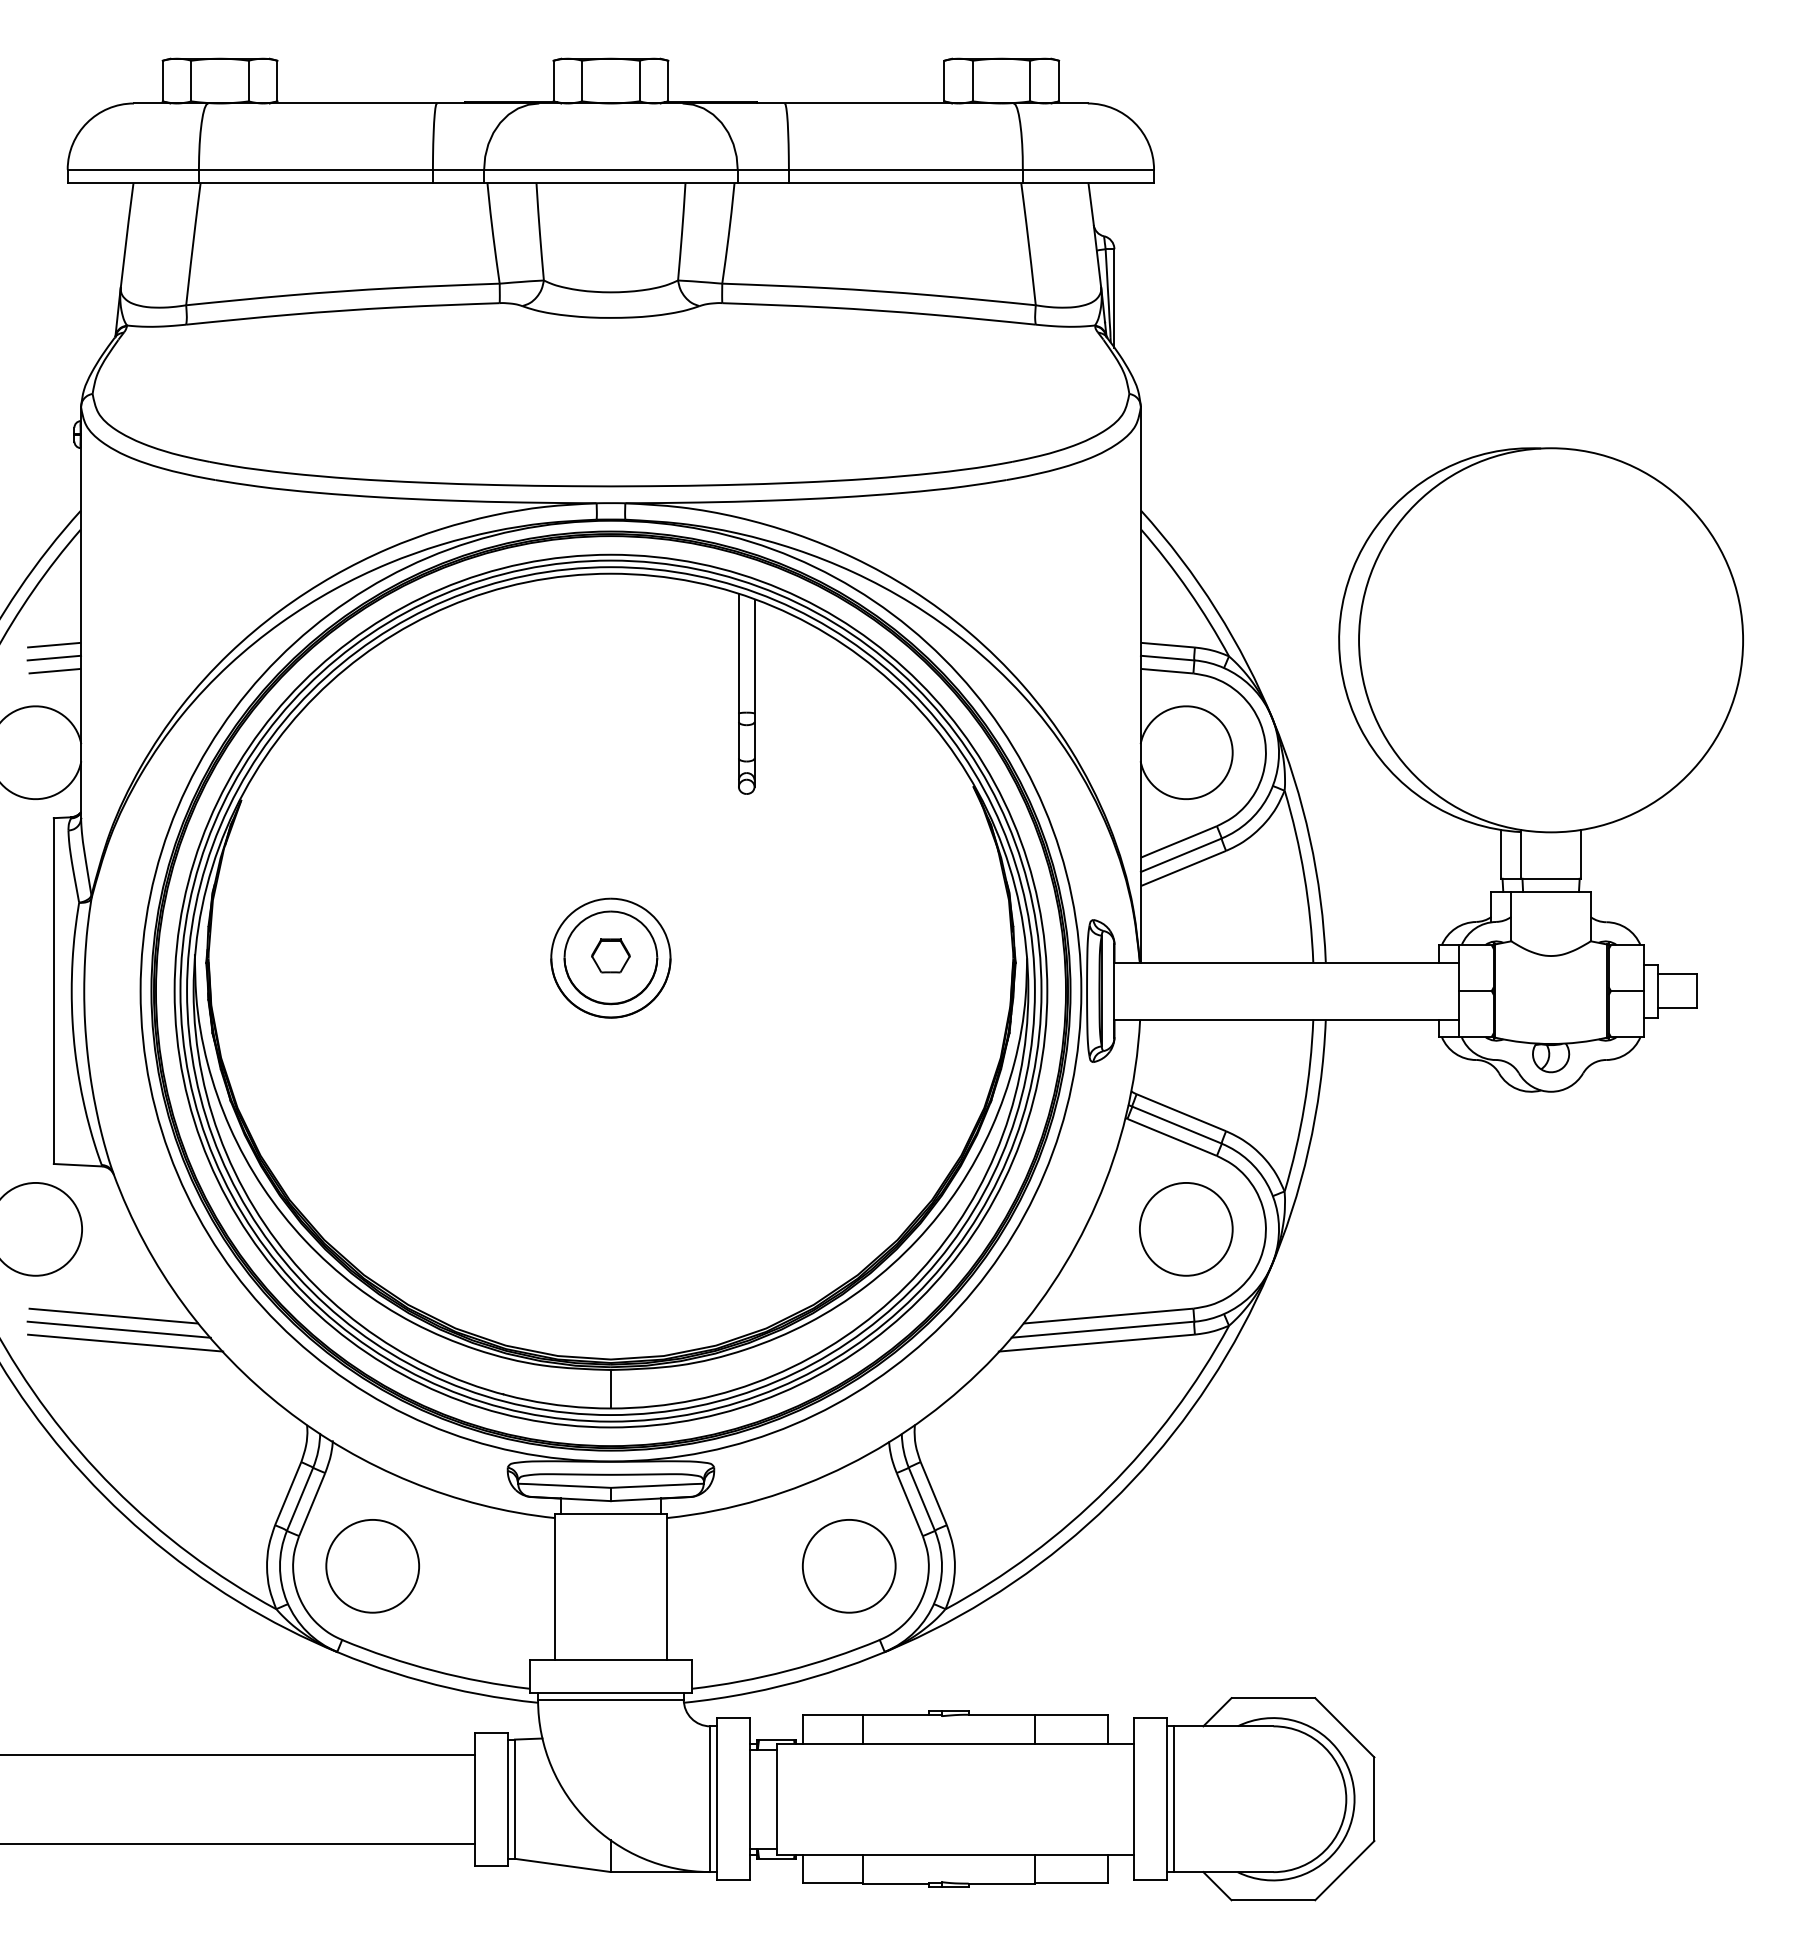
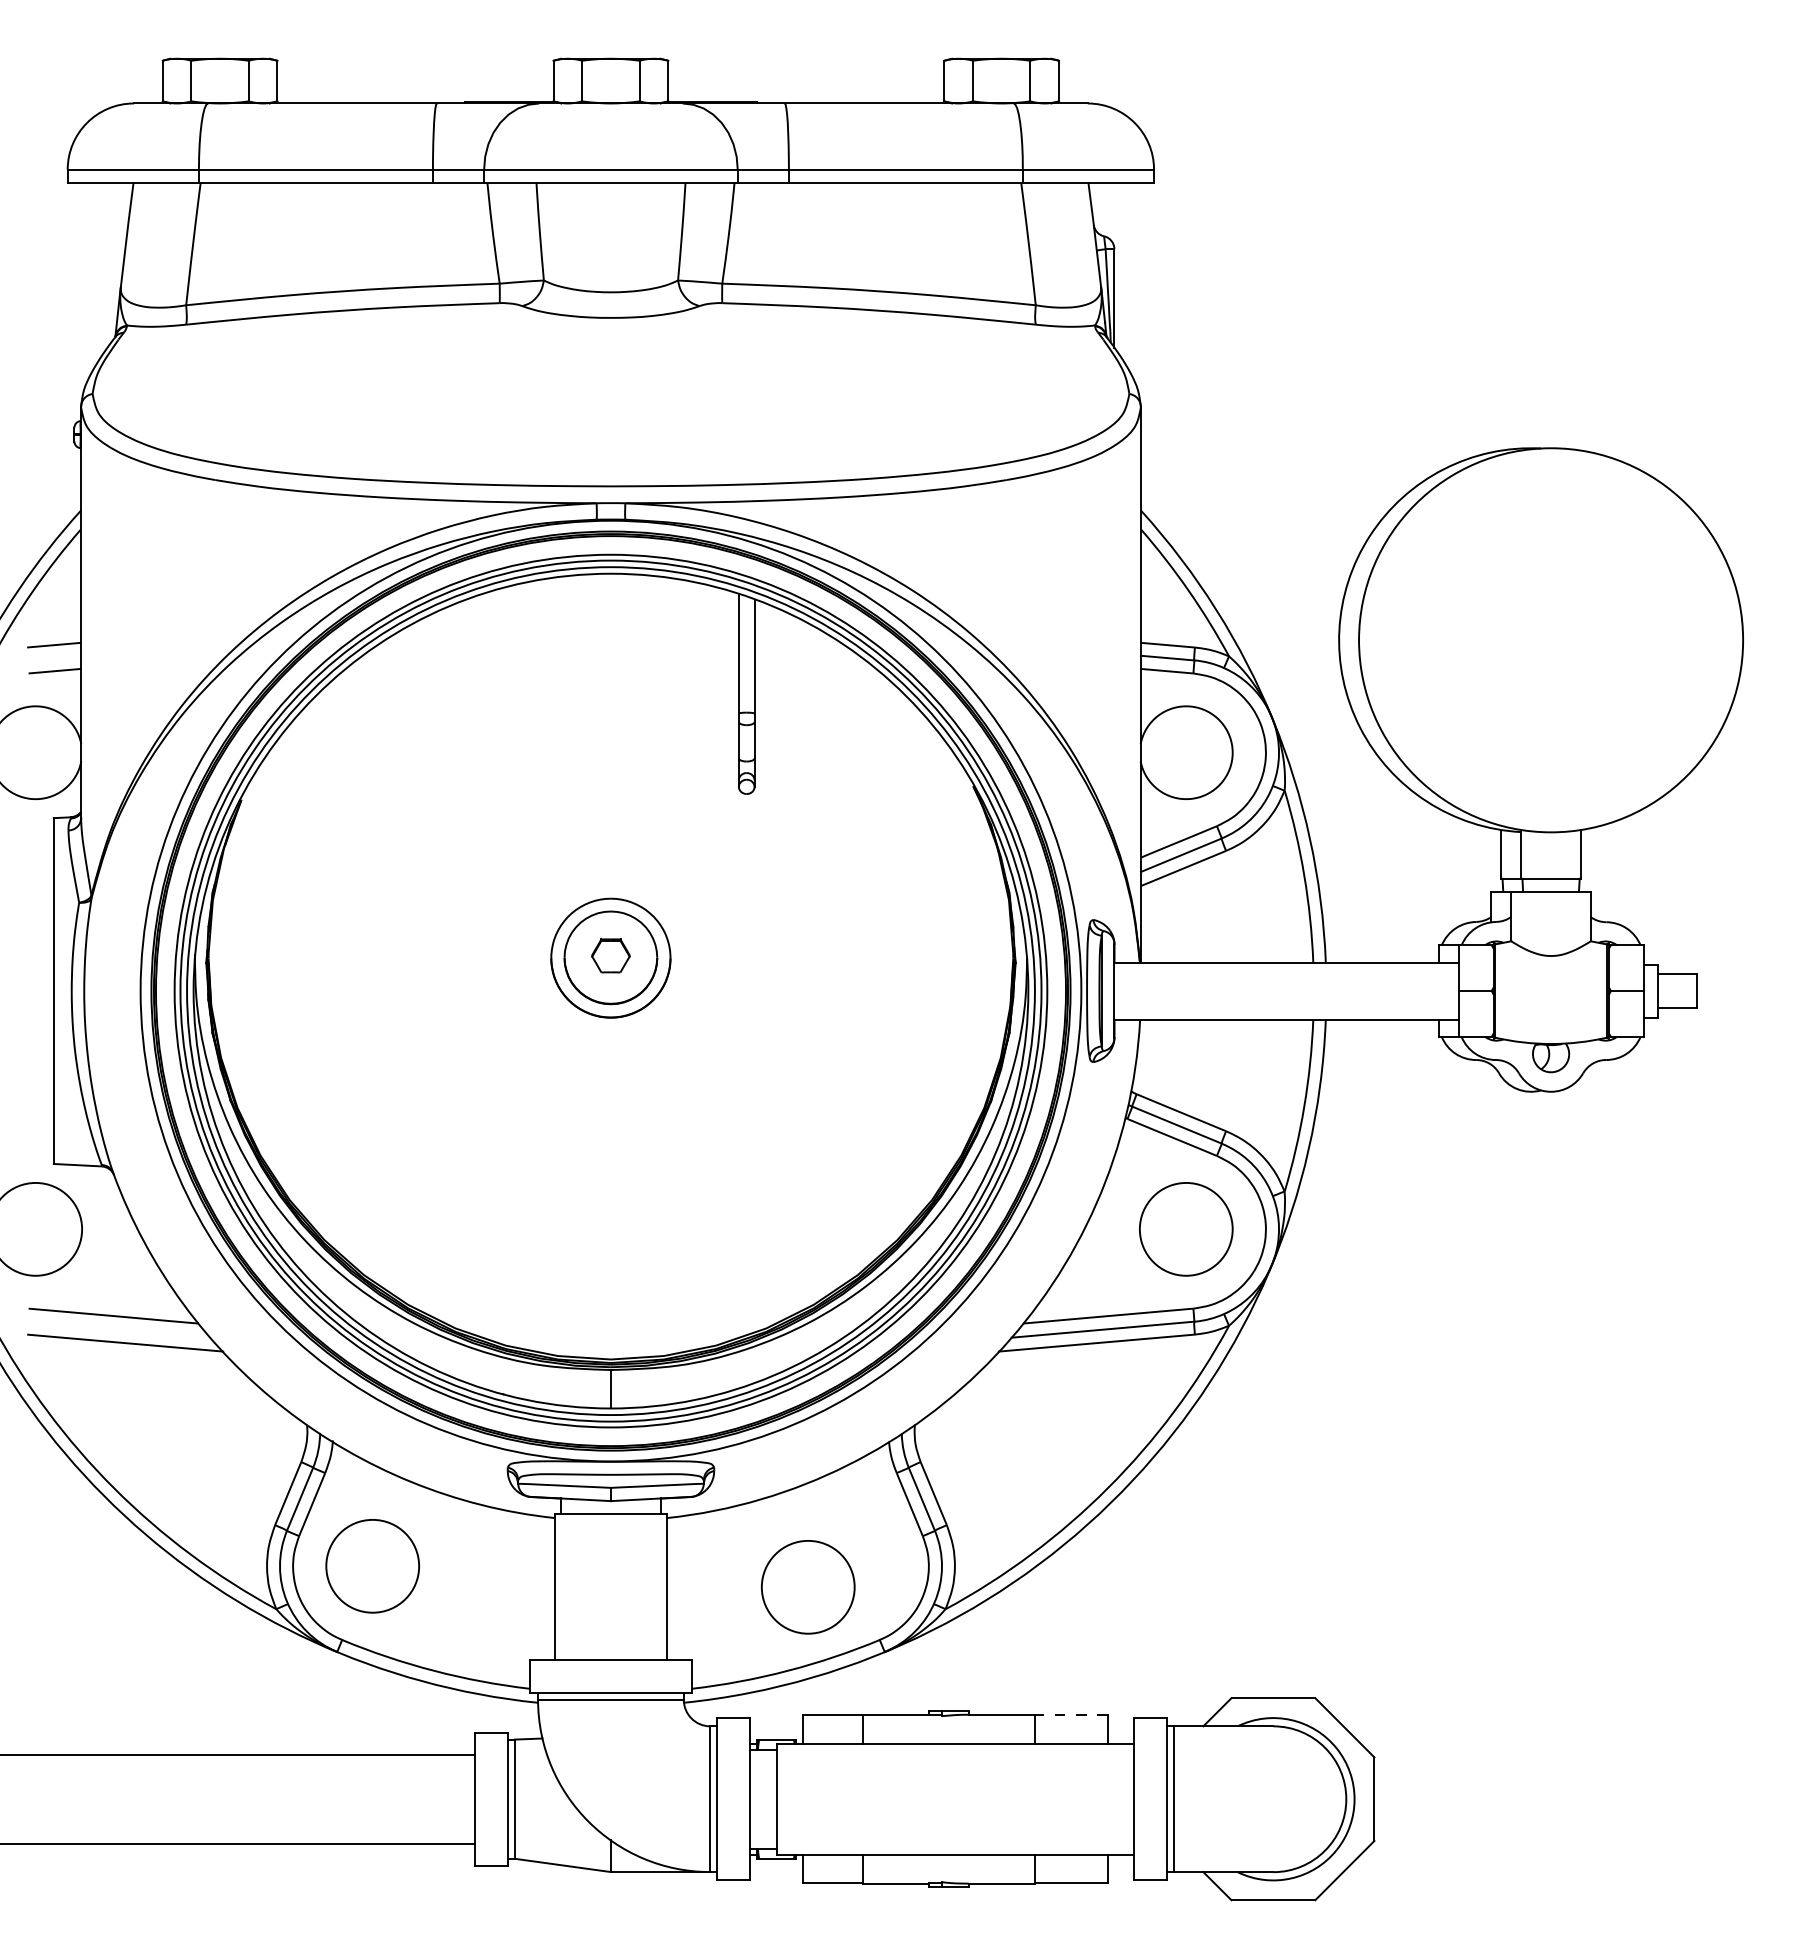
line at (54, 657): present -> none
line at (118, 1329): present -> none
circle at (848, 1566) position: (848, 1566) -> (807, 1587)
line at (1070, 1715): solid -> dashed
